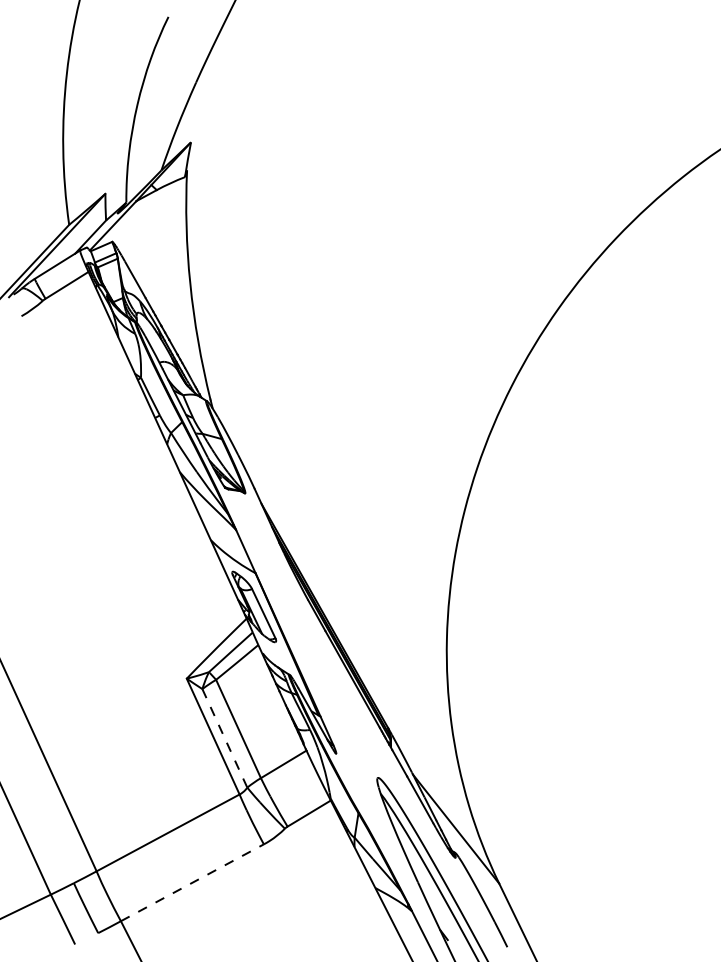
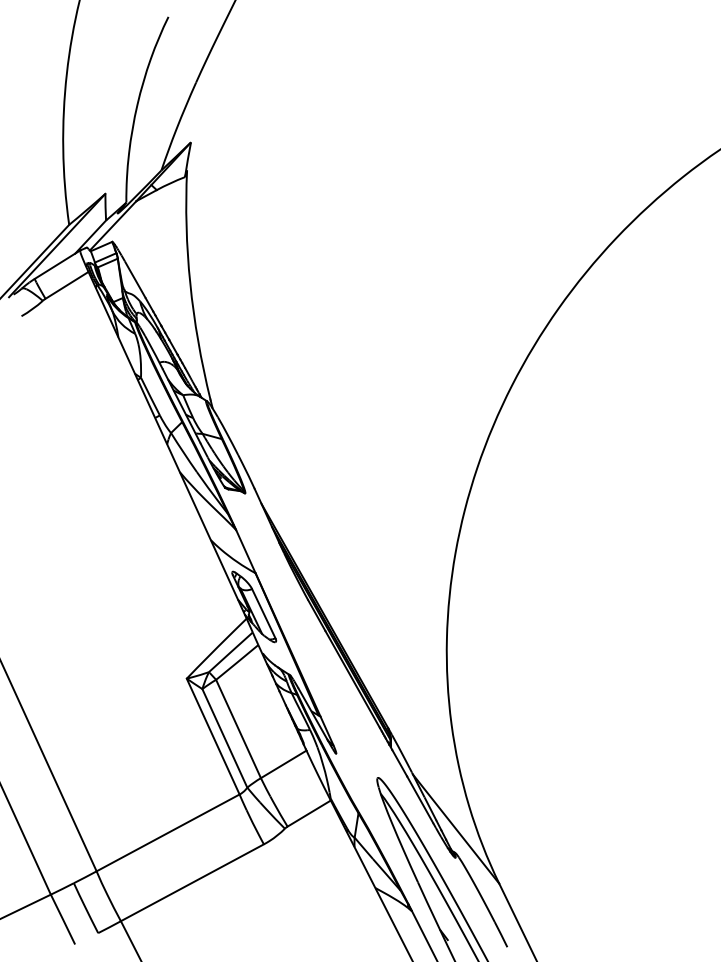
line at (225, 738): dashed -> solid
line at (192, 882): dashed -> solid
